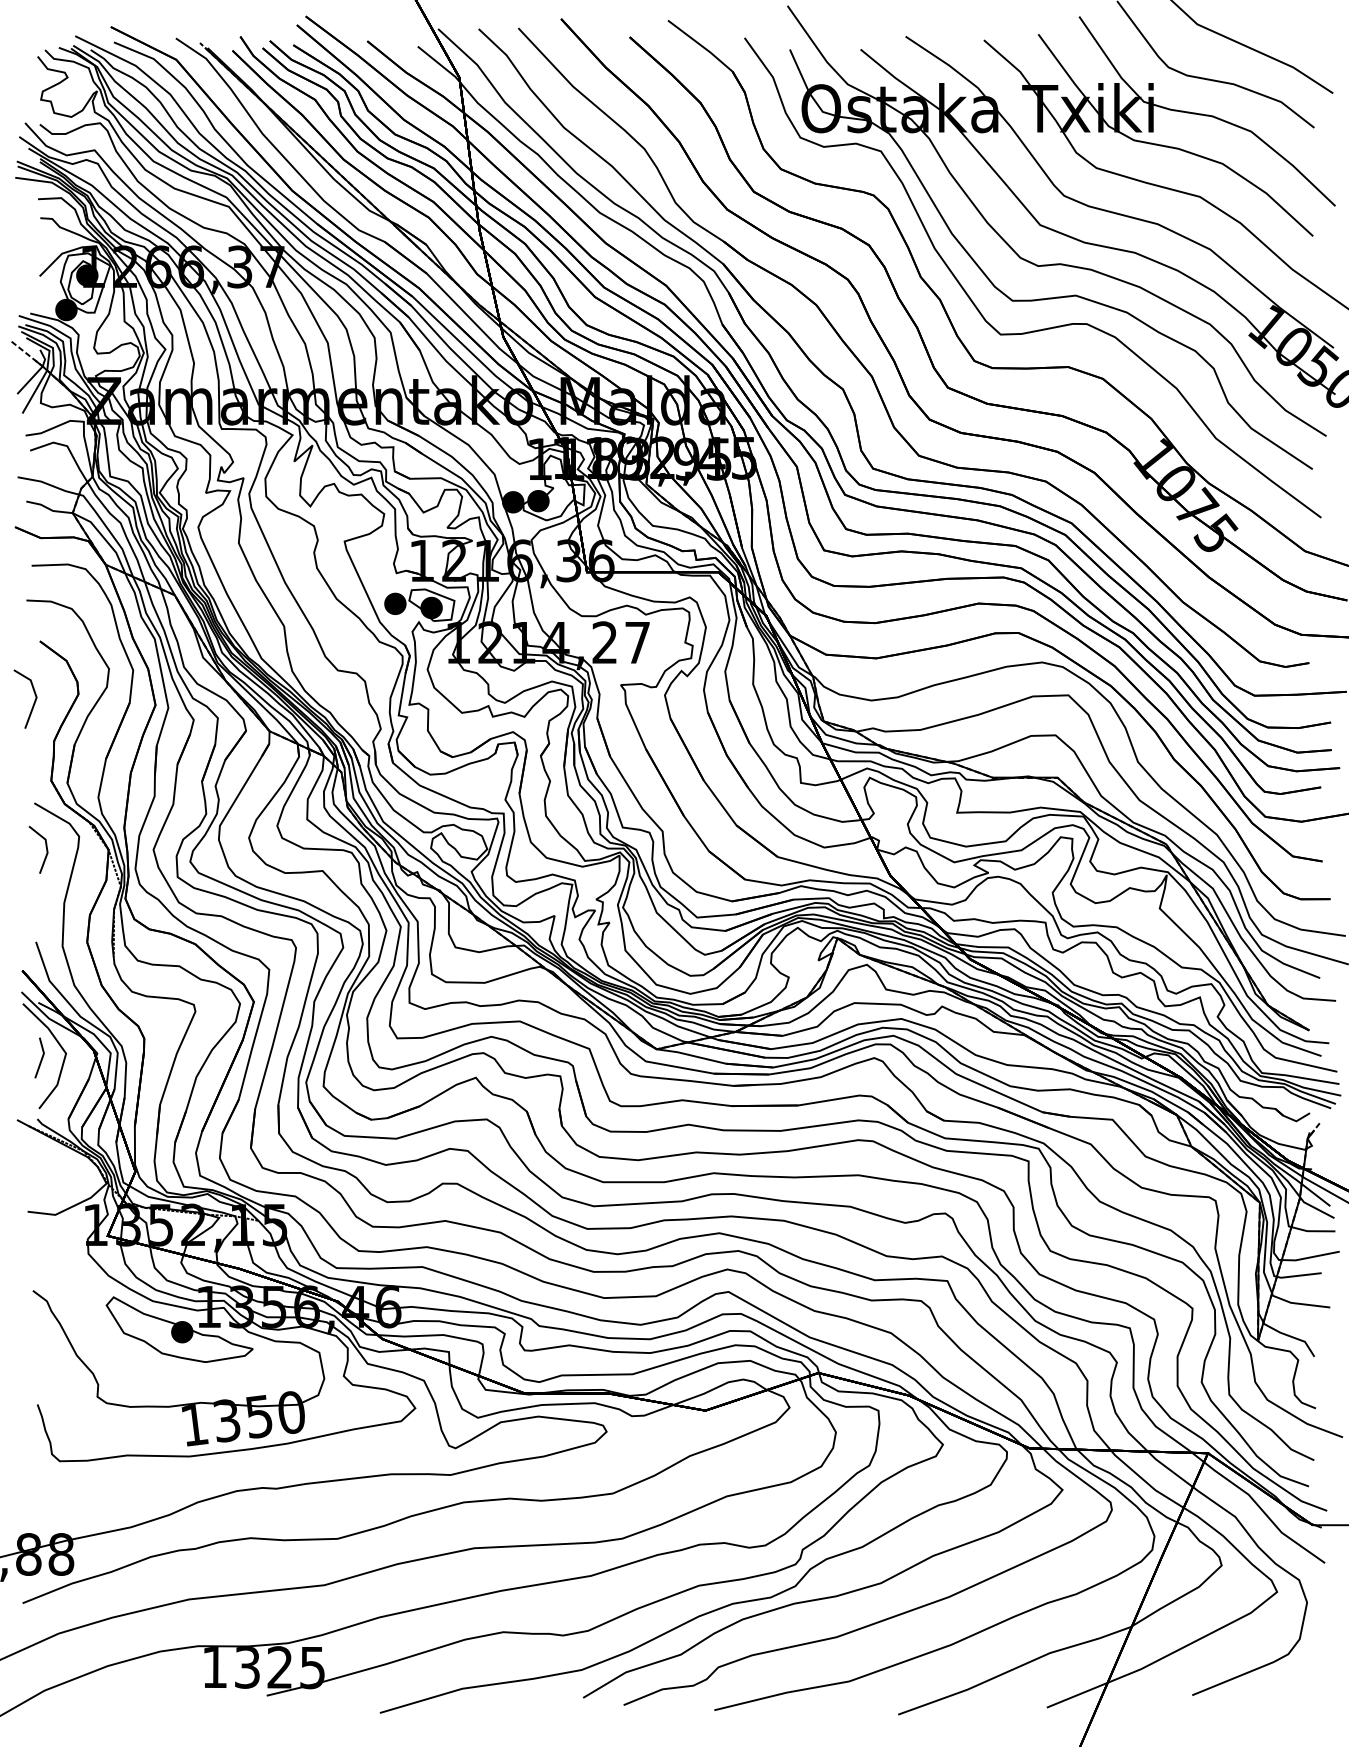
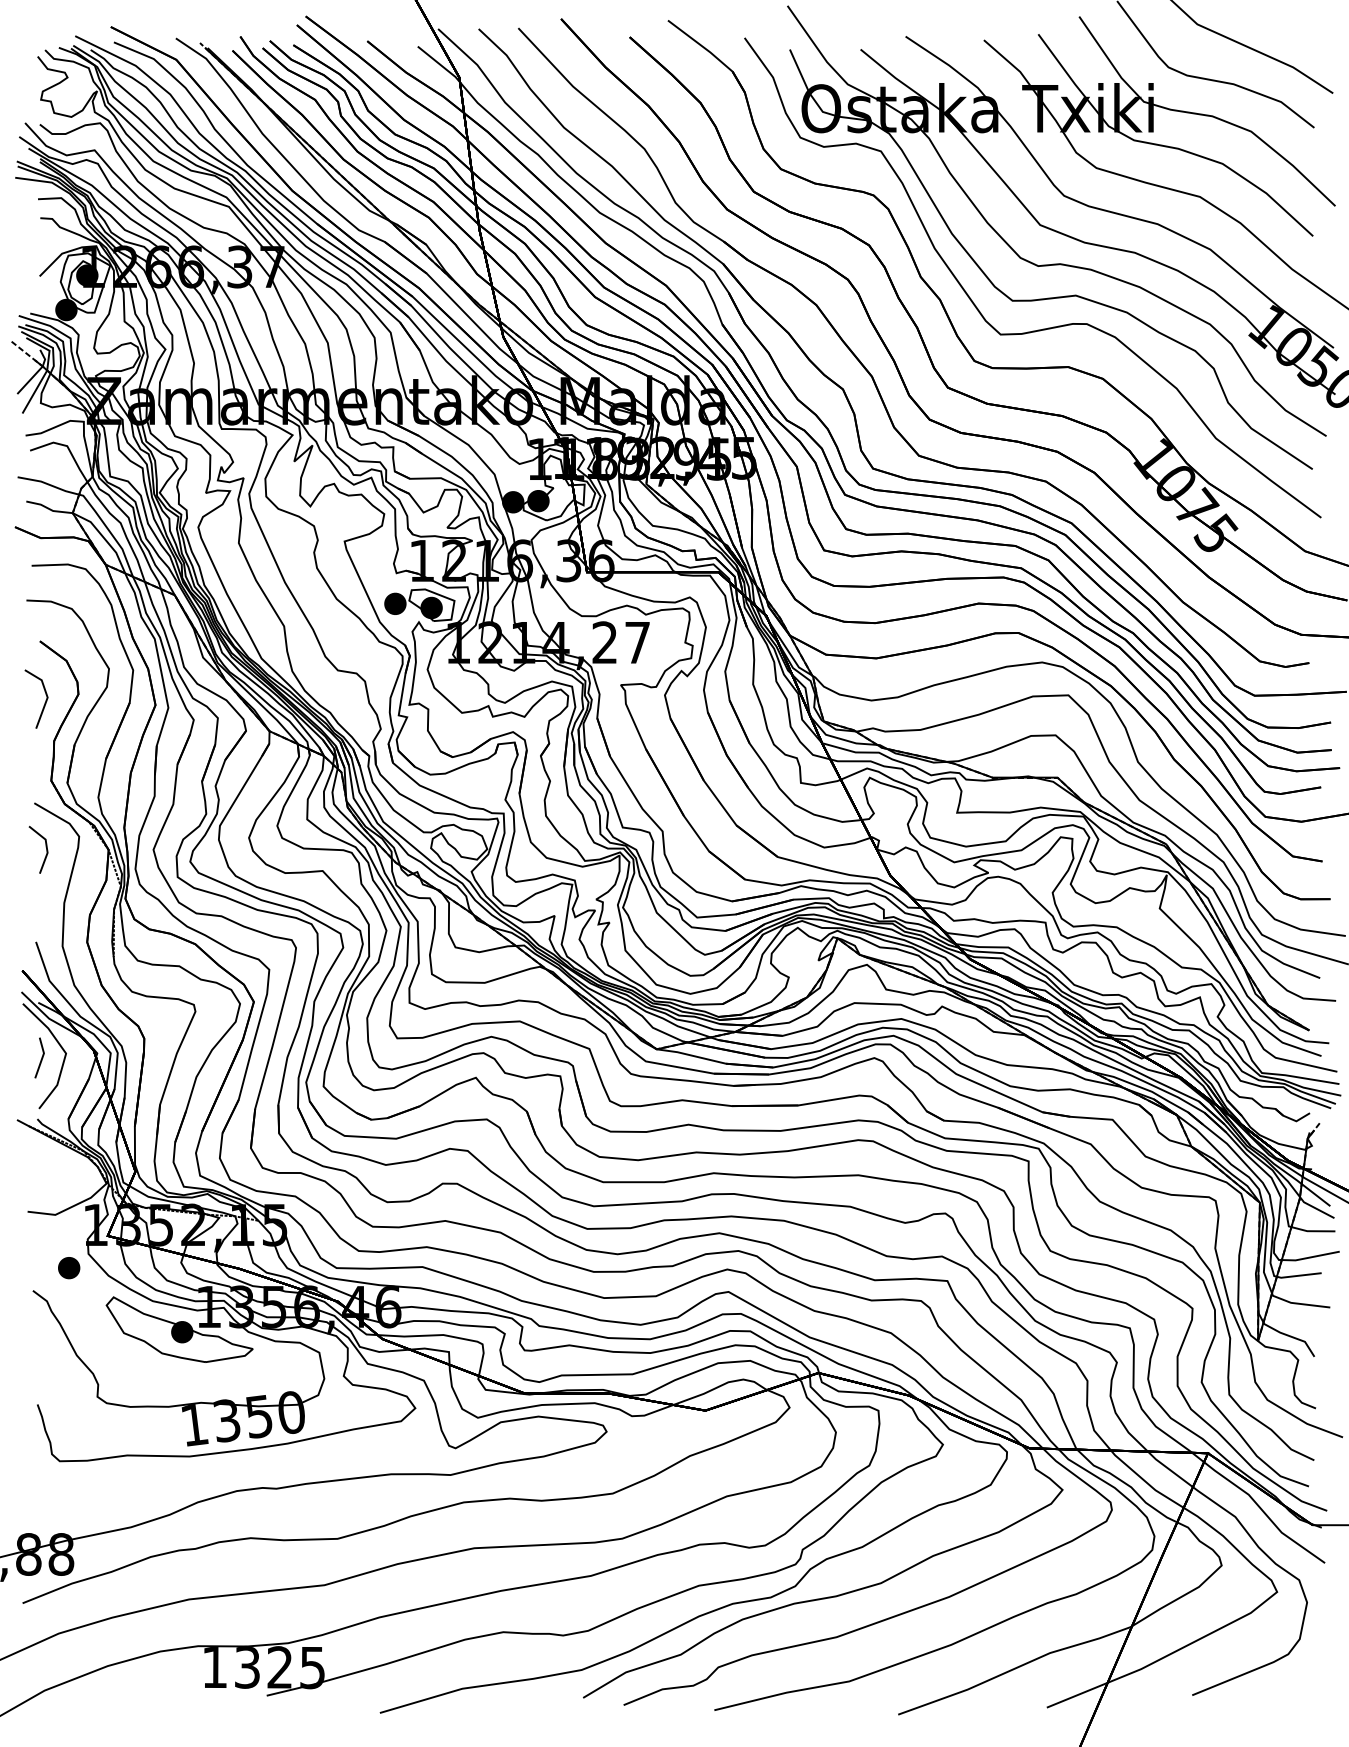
line at (33, 702) position: (33, 702) -> (44, 702)
part at (69, 1268): none -> present
